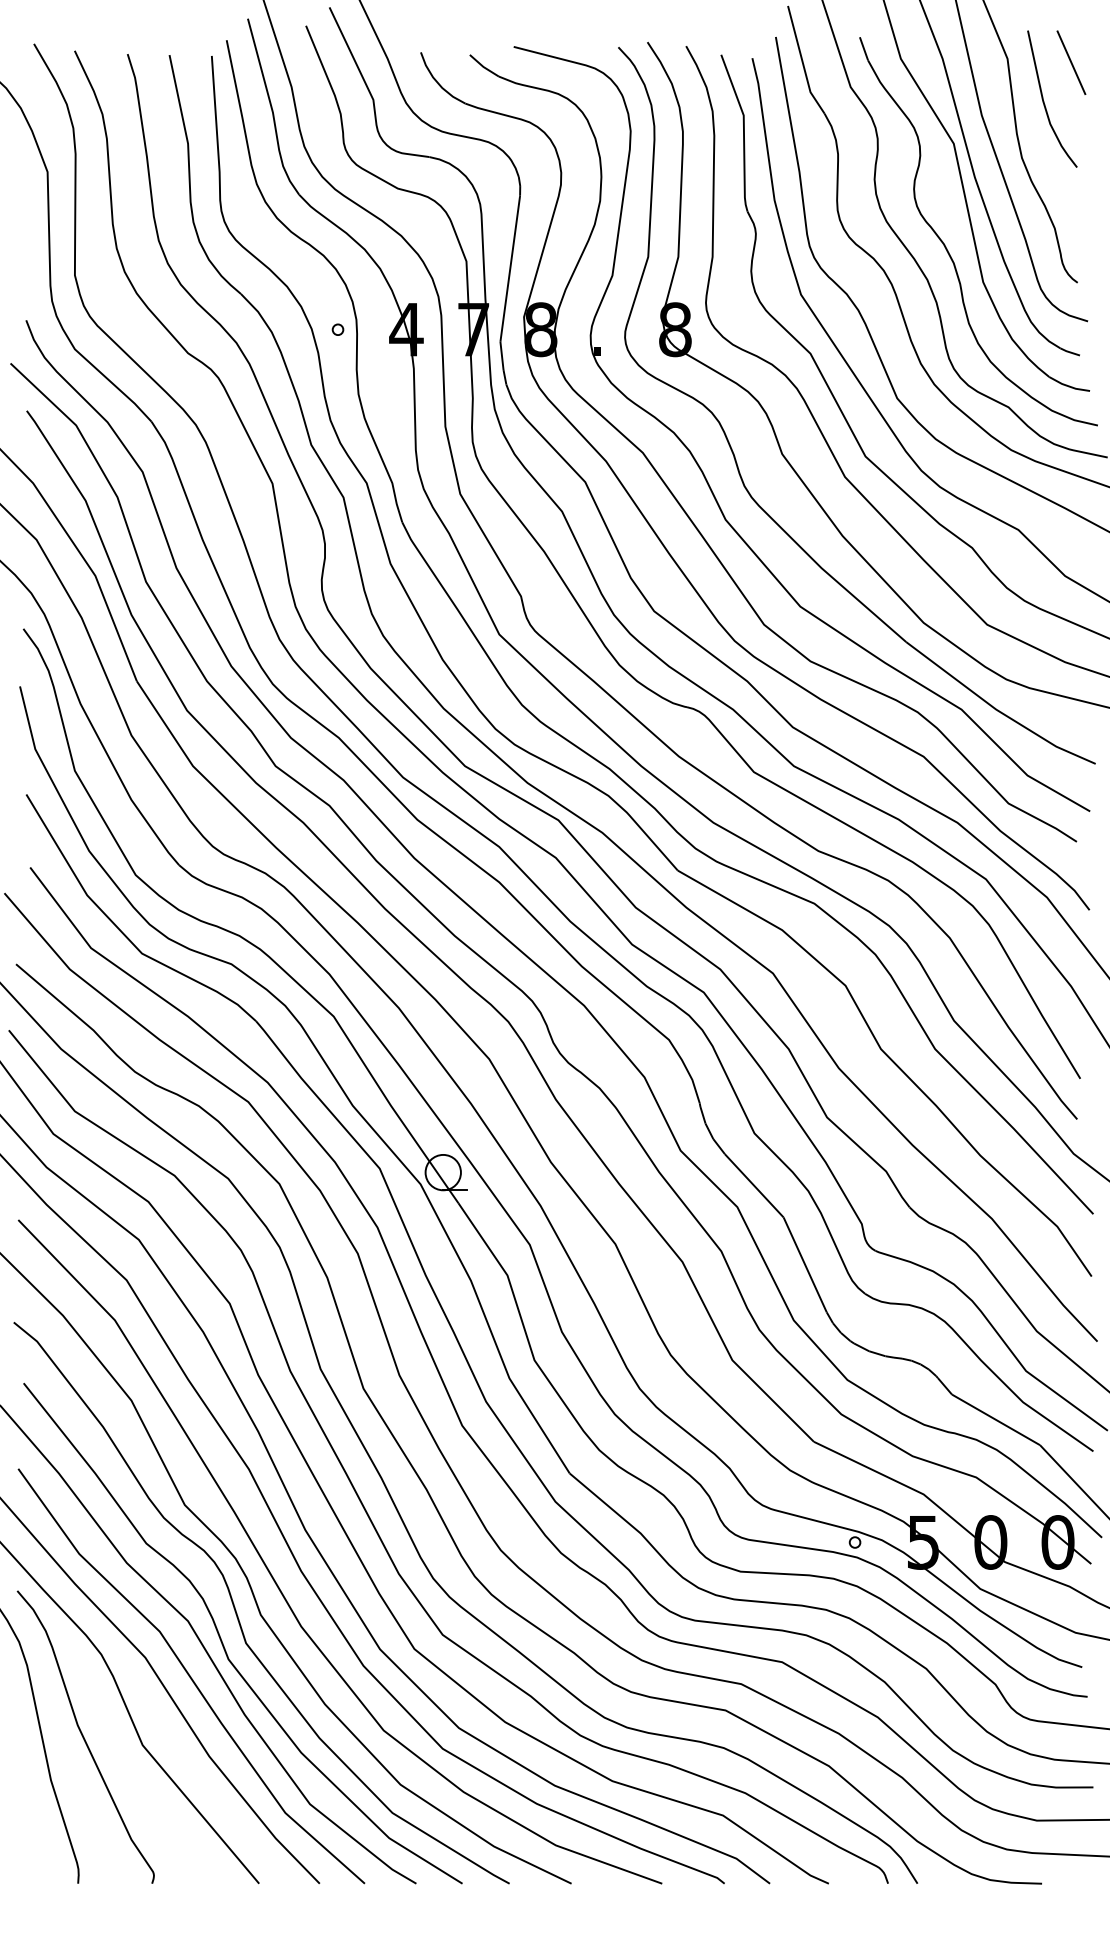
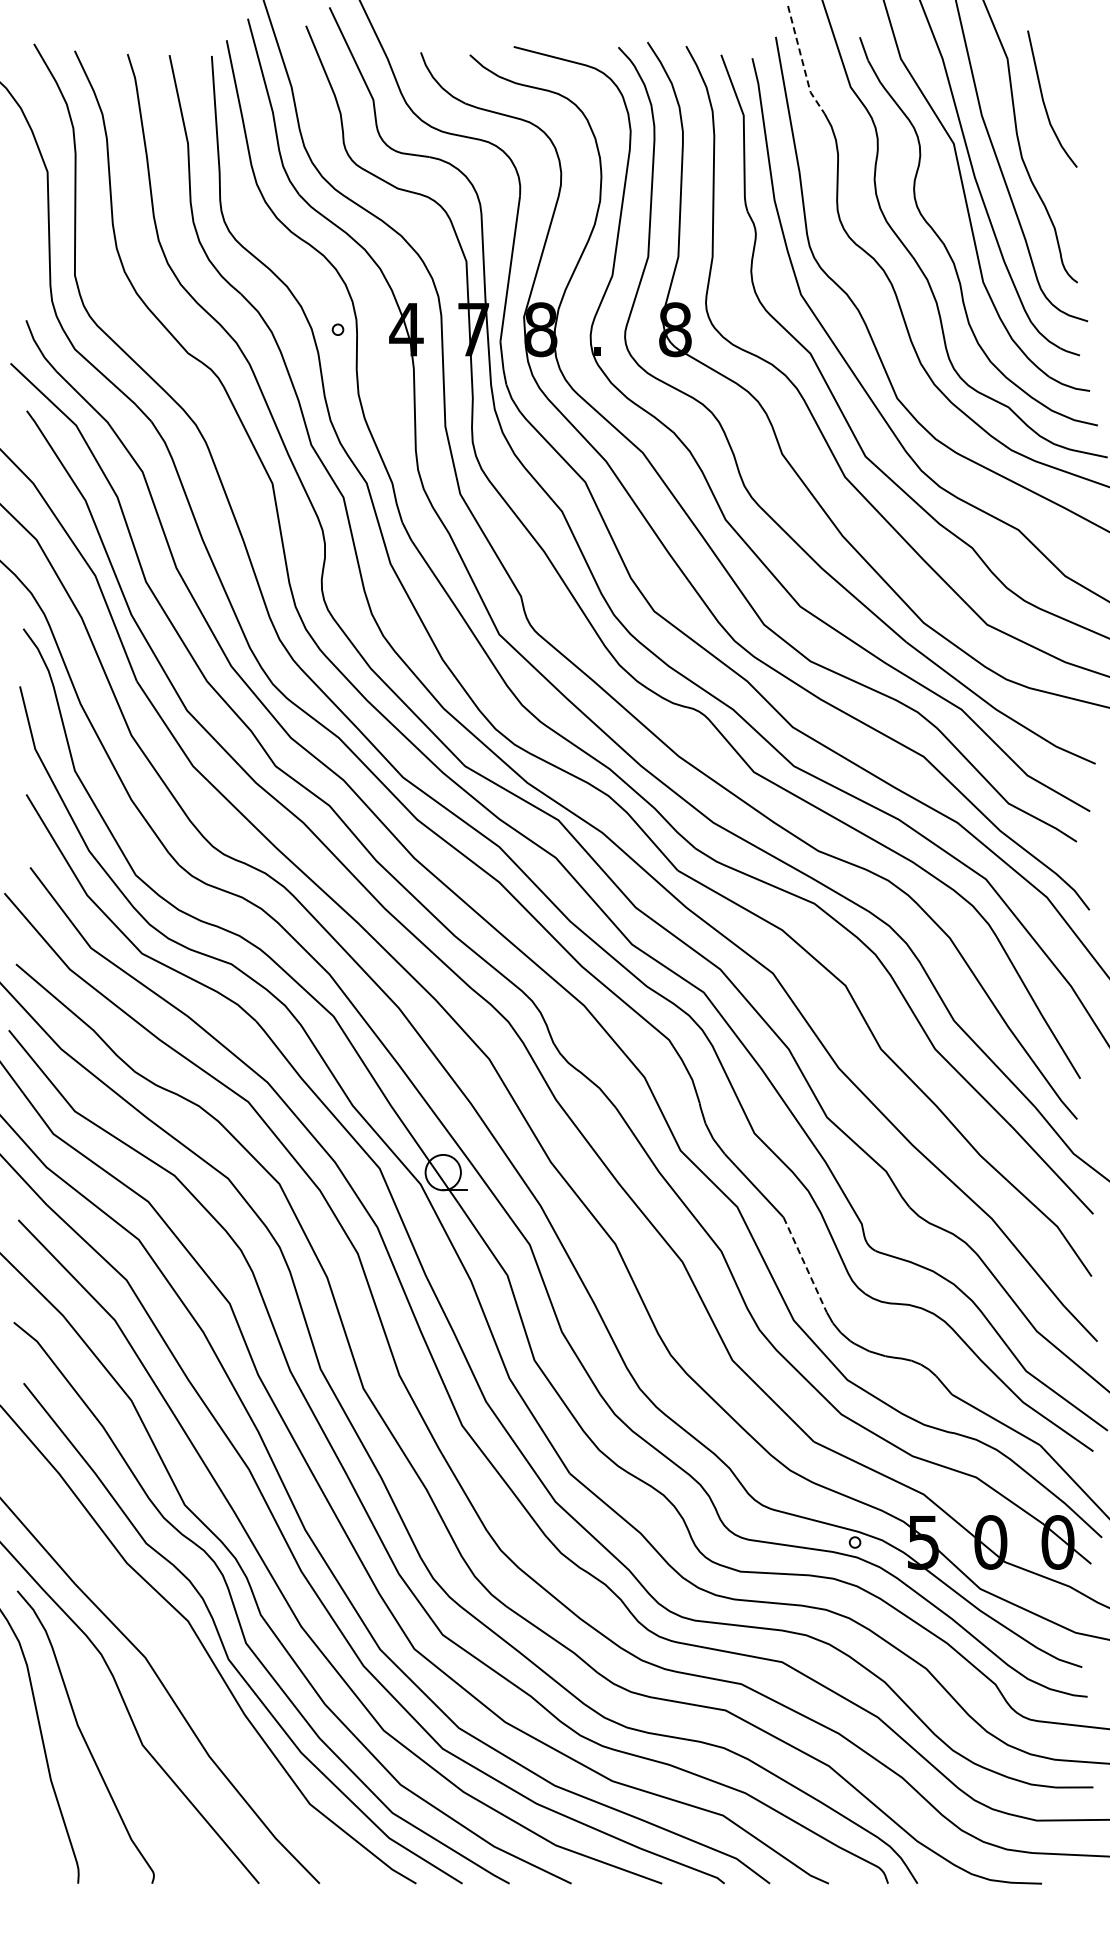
line at (802, 62): solid -> dashed
line at (1071, 62): present -> none
line at (805, 1265): solid -> dashed
curve at (191, 1676): present -> none
